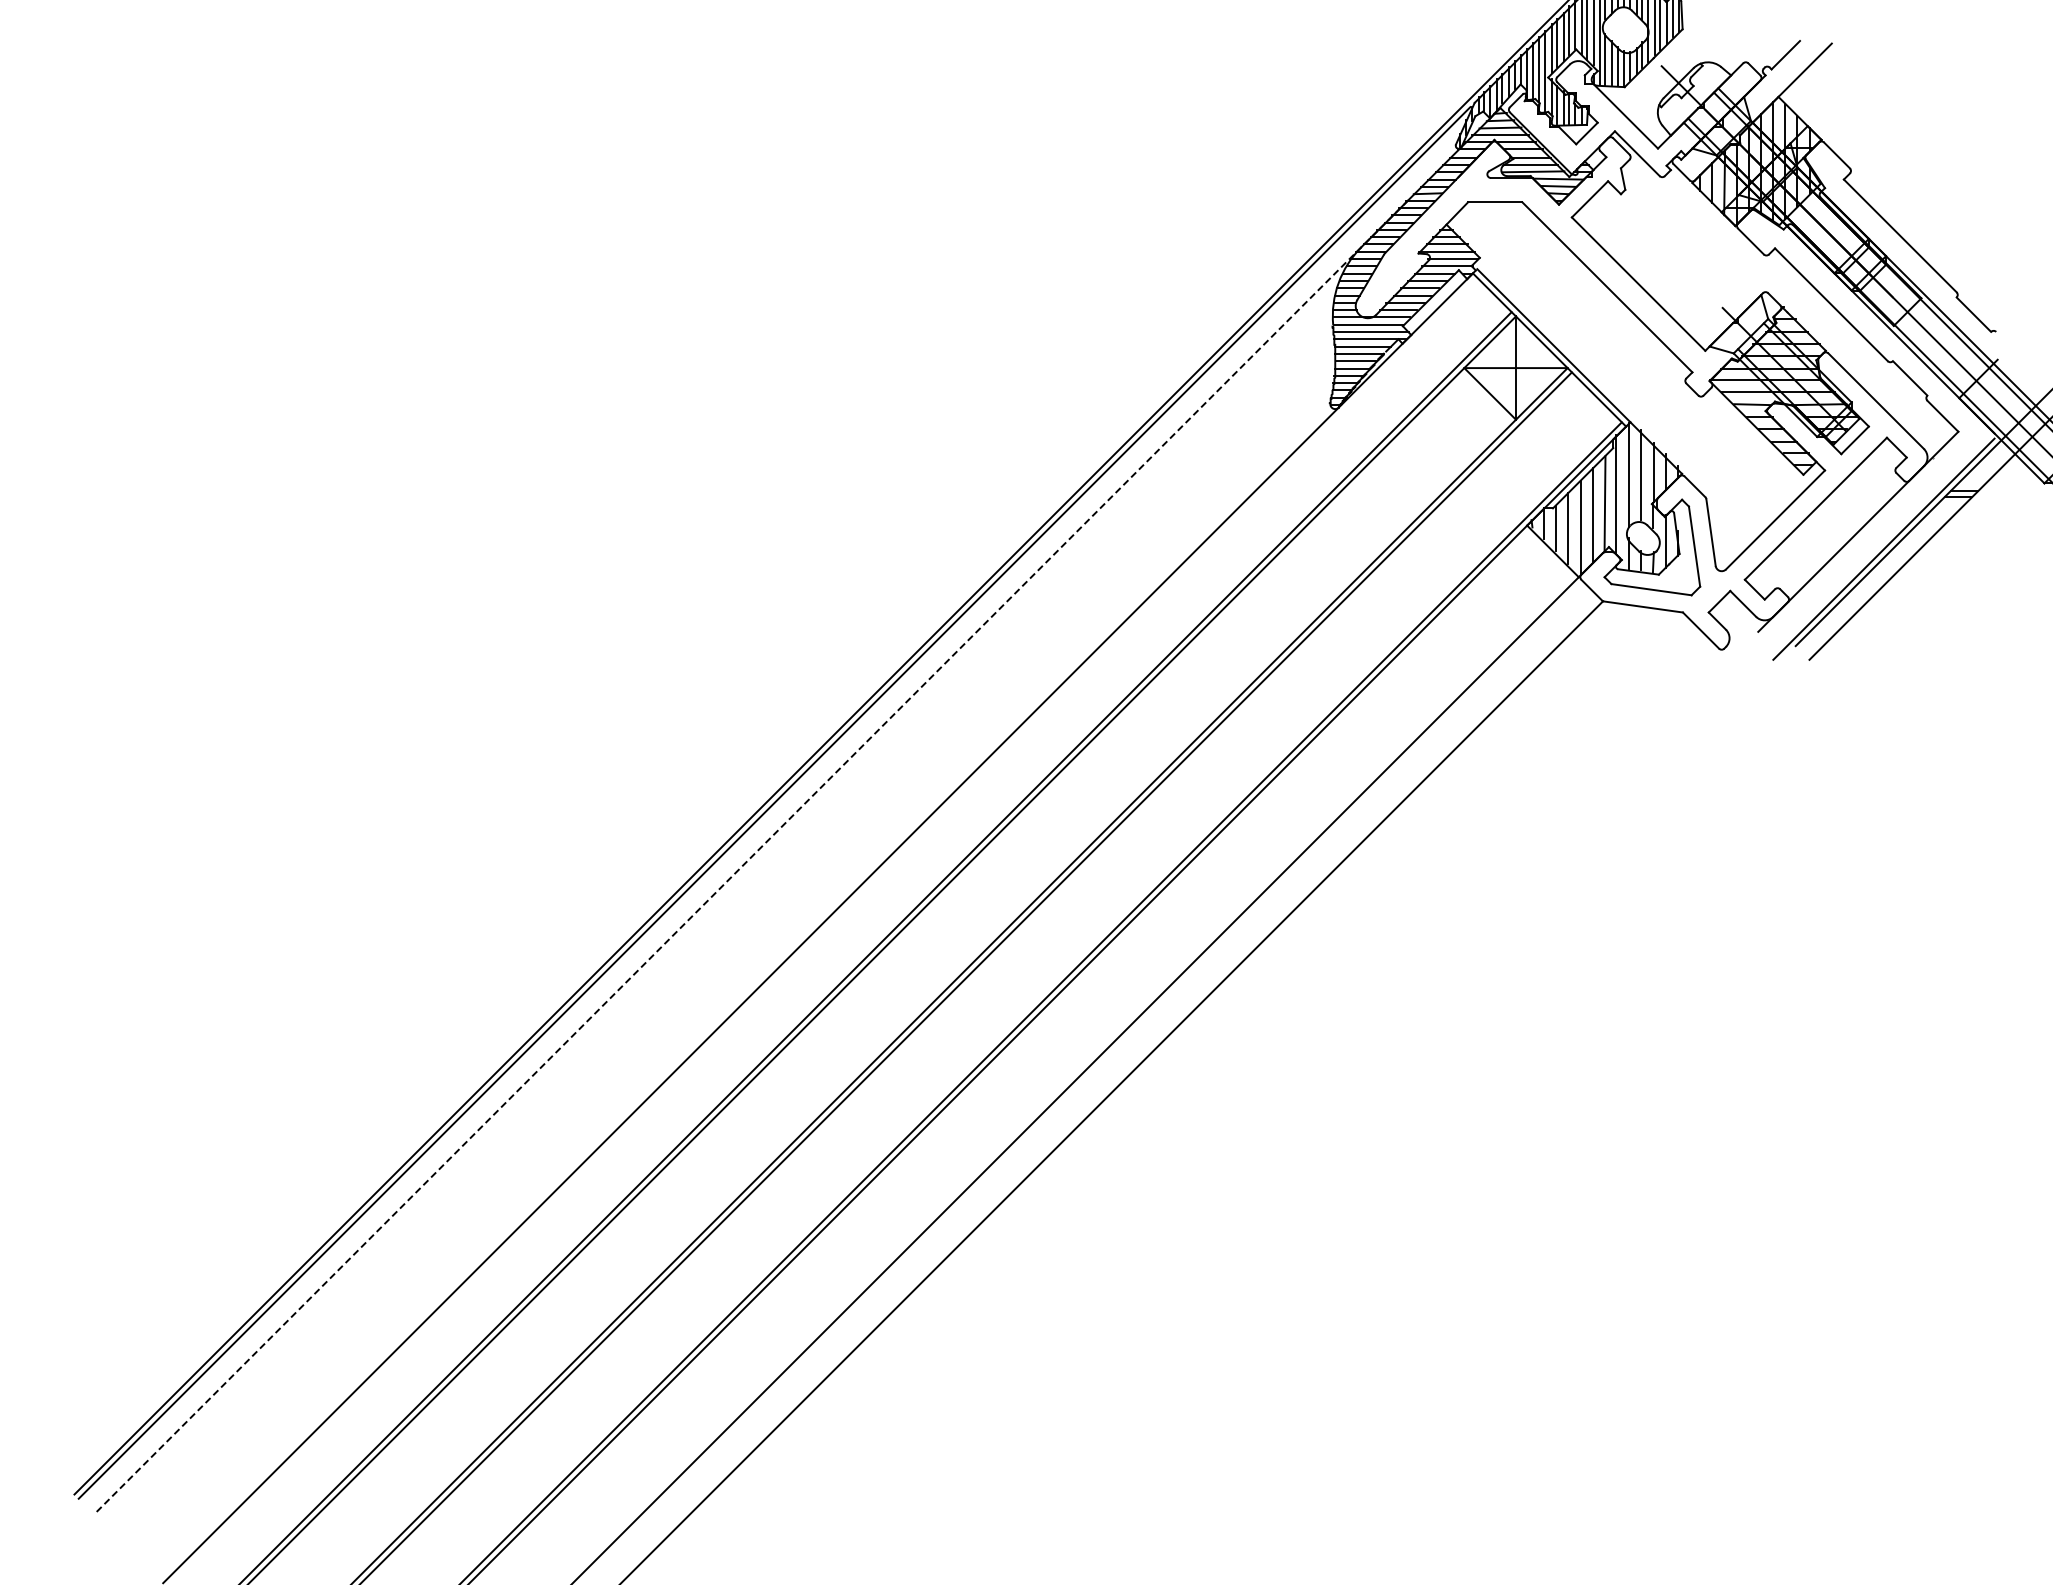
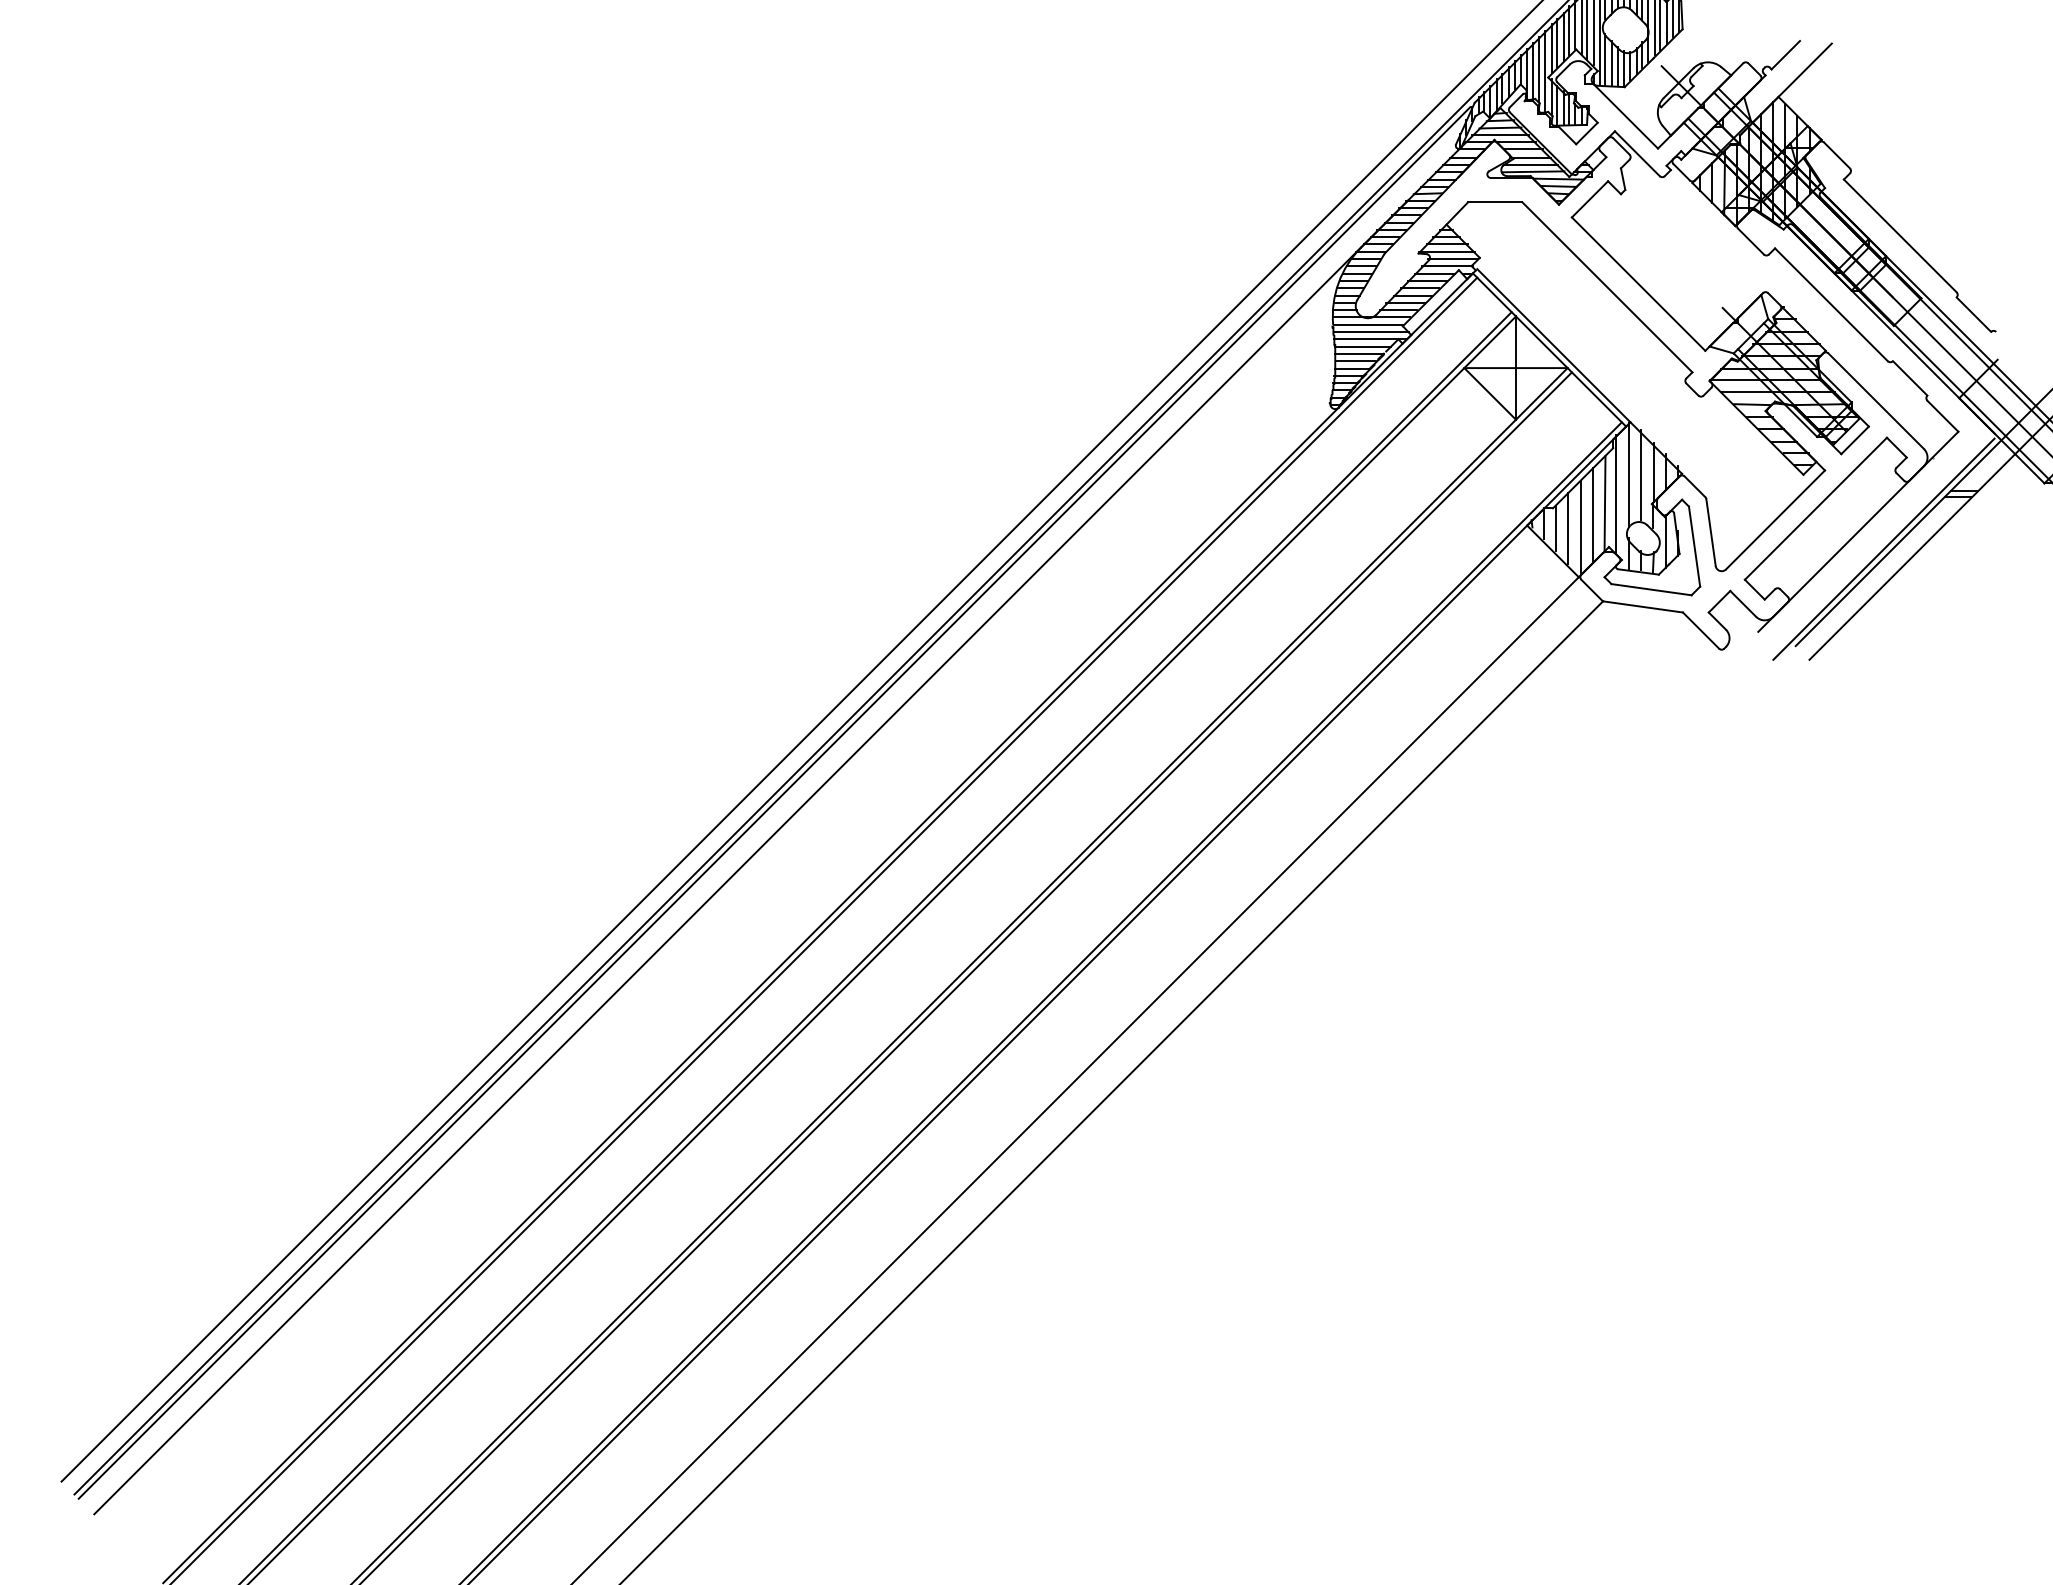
line at (800, 741): none -> present
line at (750, 857): dashed -> solid
line at (825, 929): none -> present
